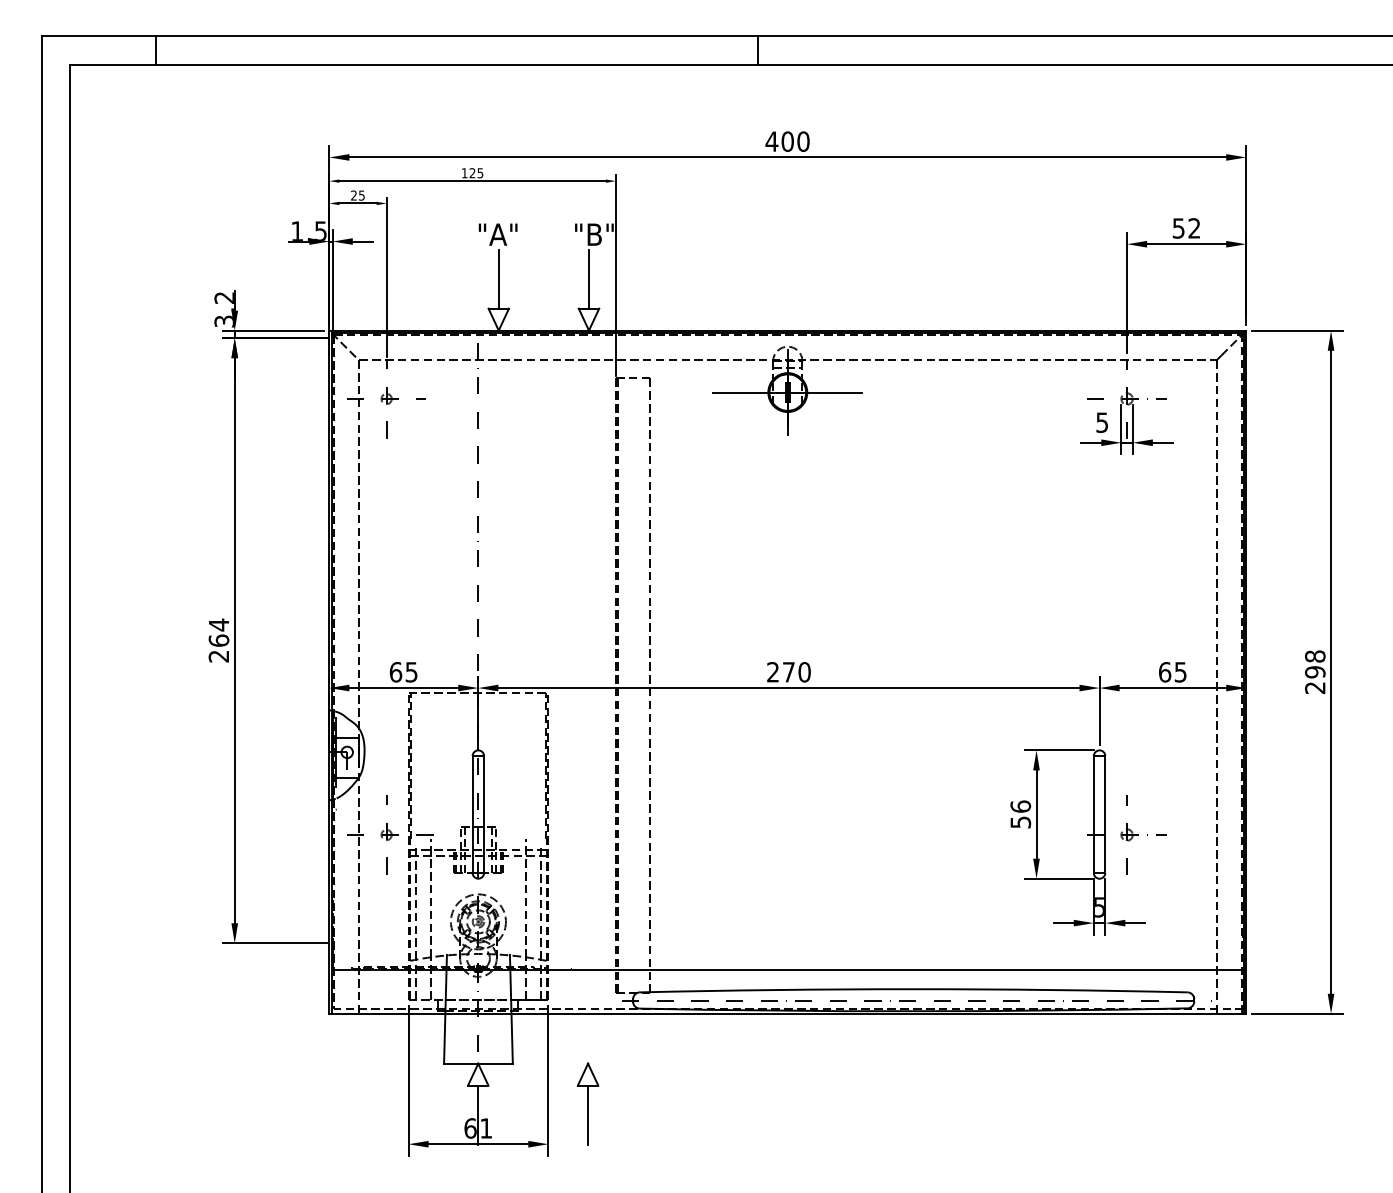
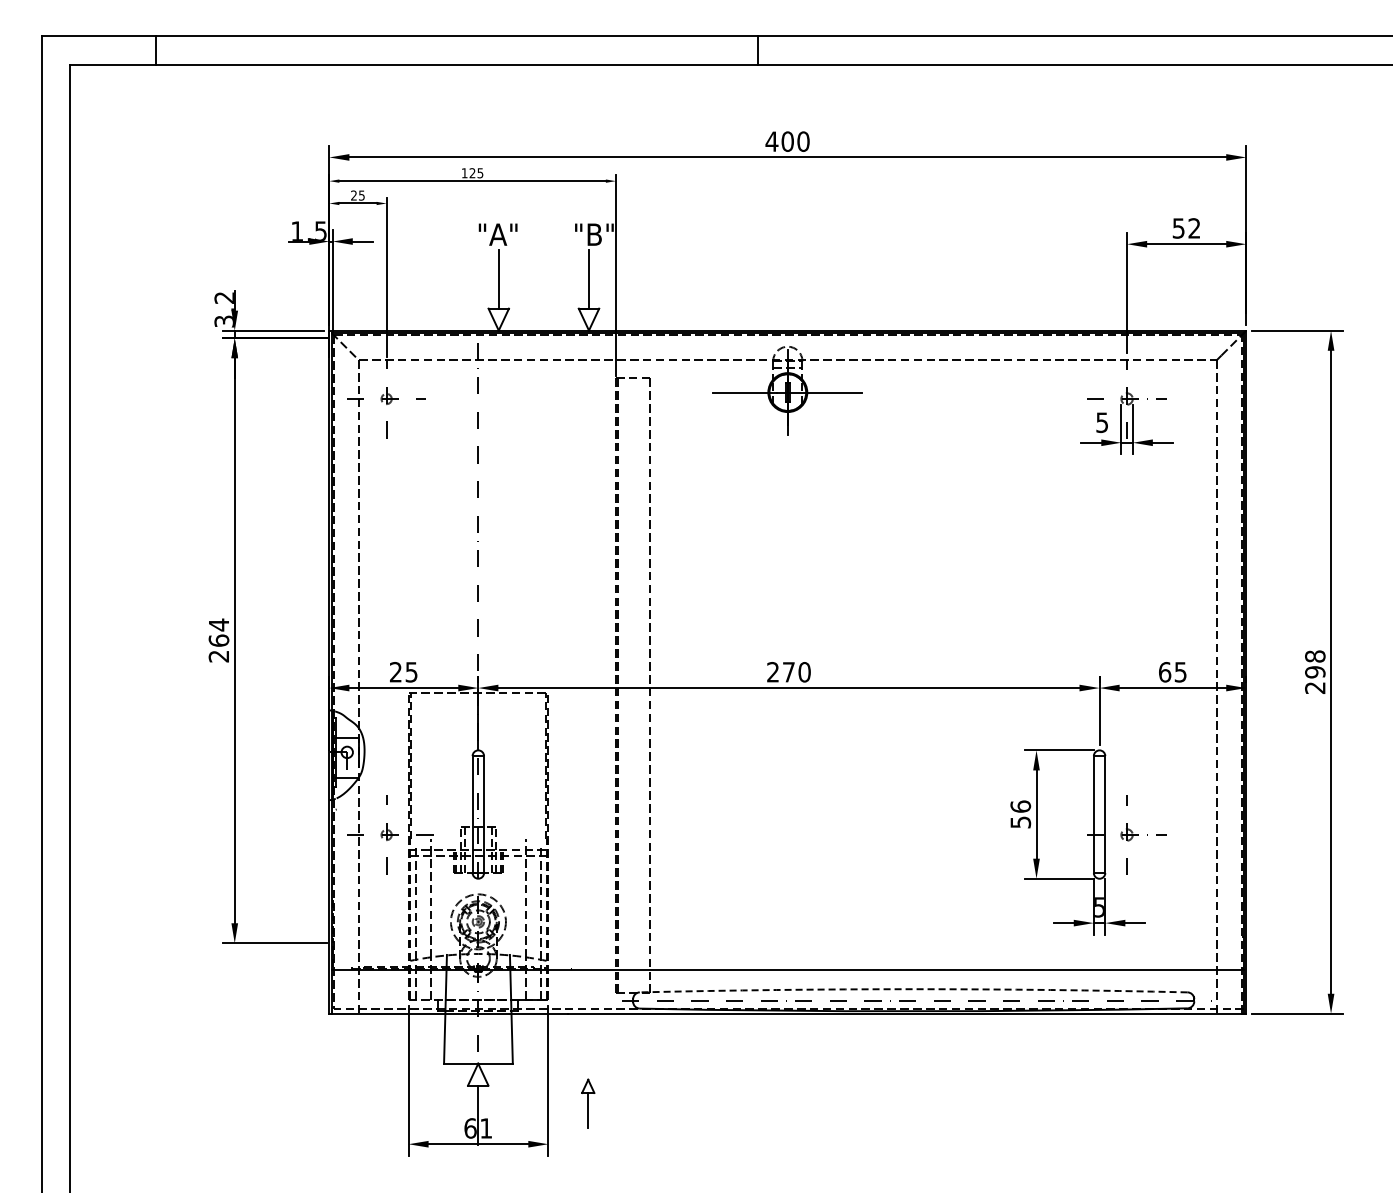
text at (395, 672): 65 -> 25
arc at (913, 989): solid -> dashed
part at (588, 1103) size: 23x84 px -> 15x51 px
